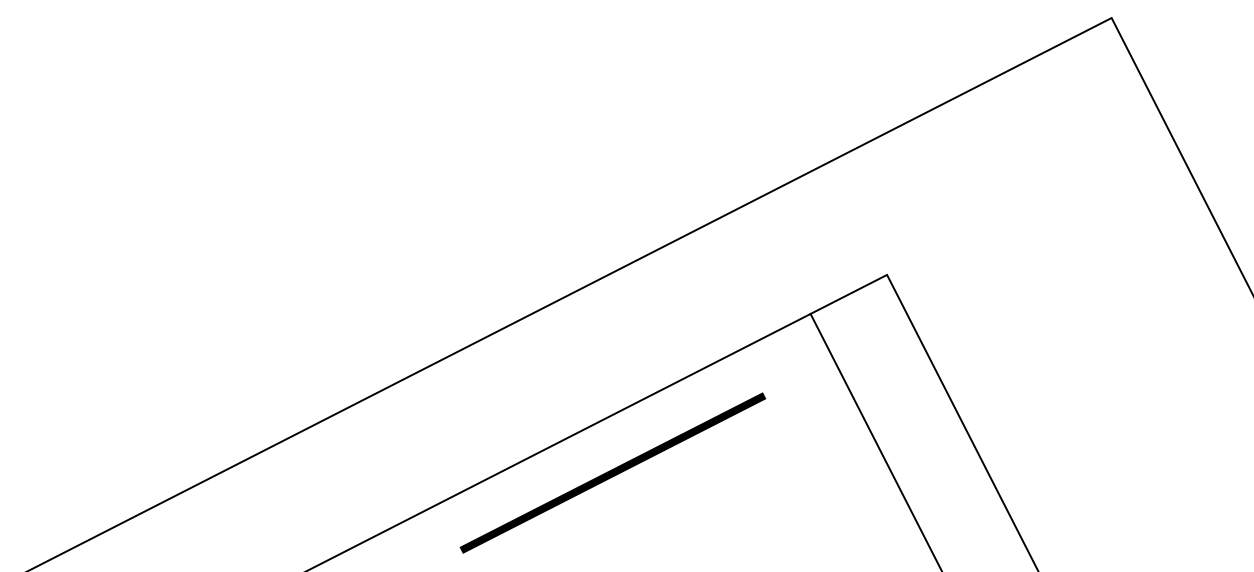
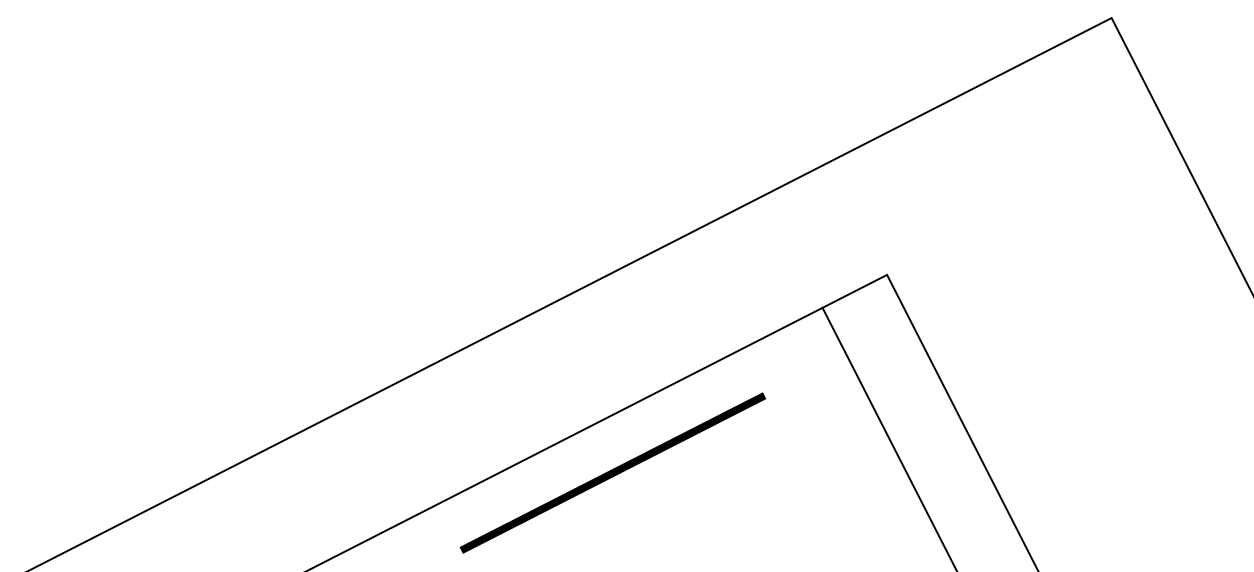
line at (875, 440) position: (875, 440) -> (888, 437)
